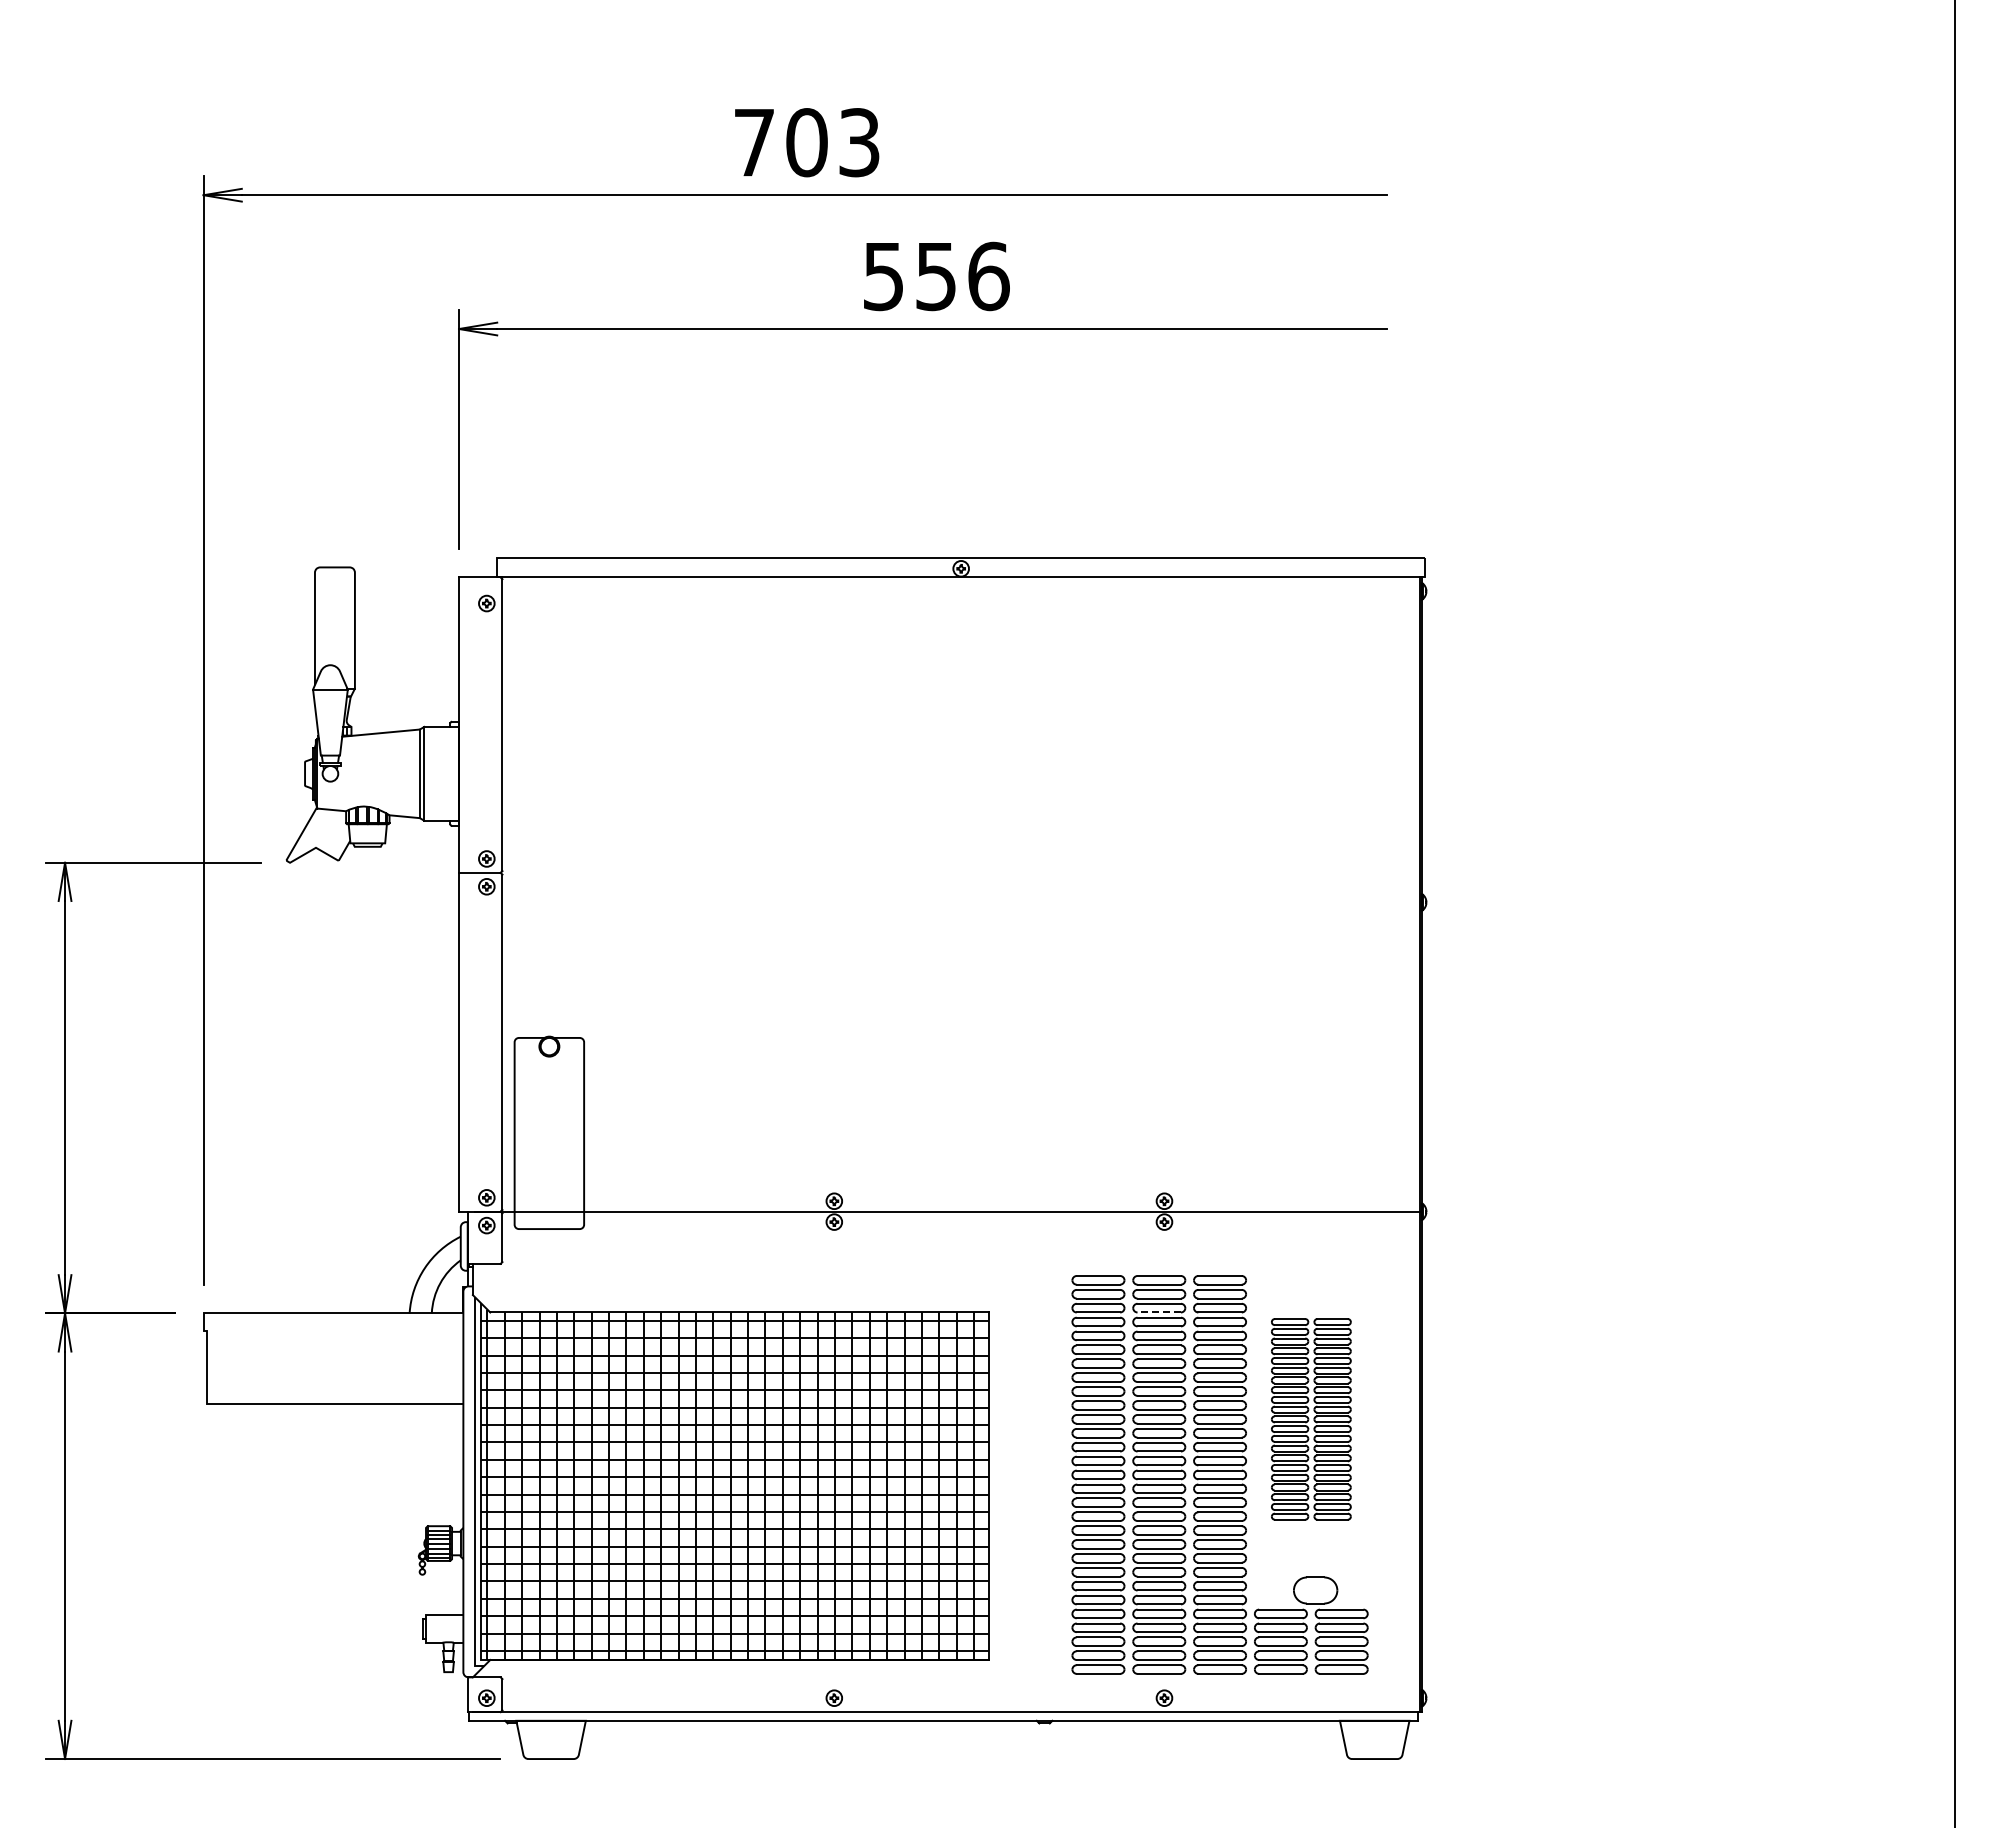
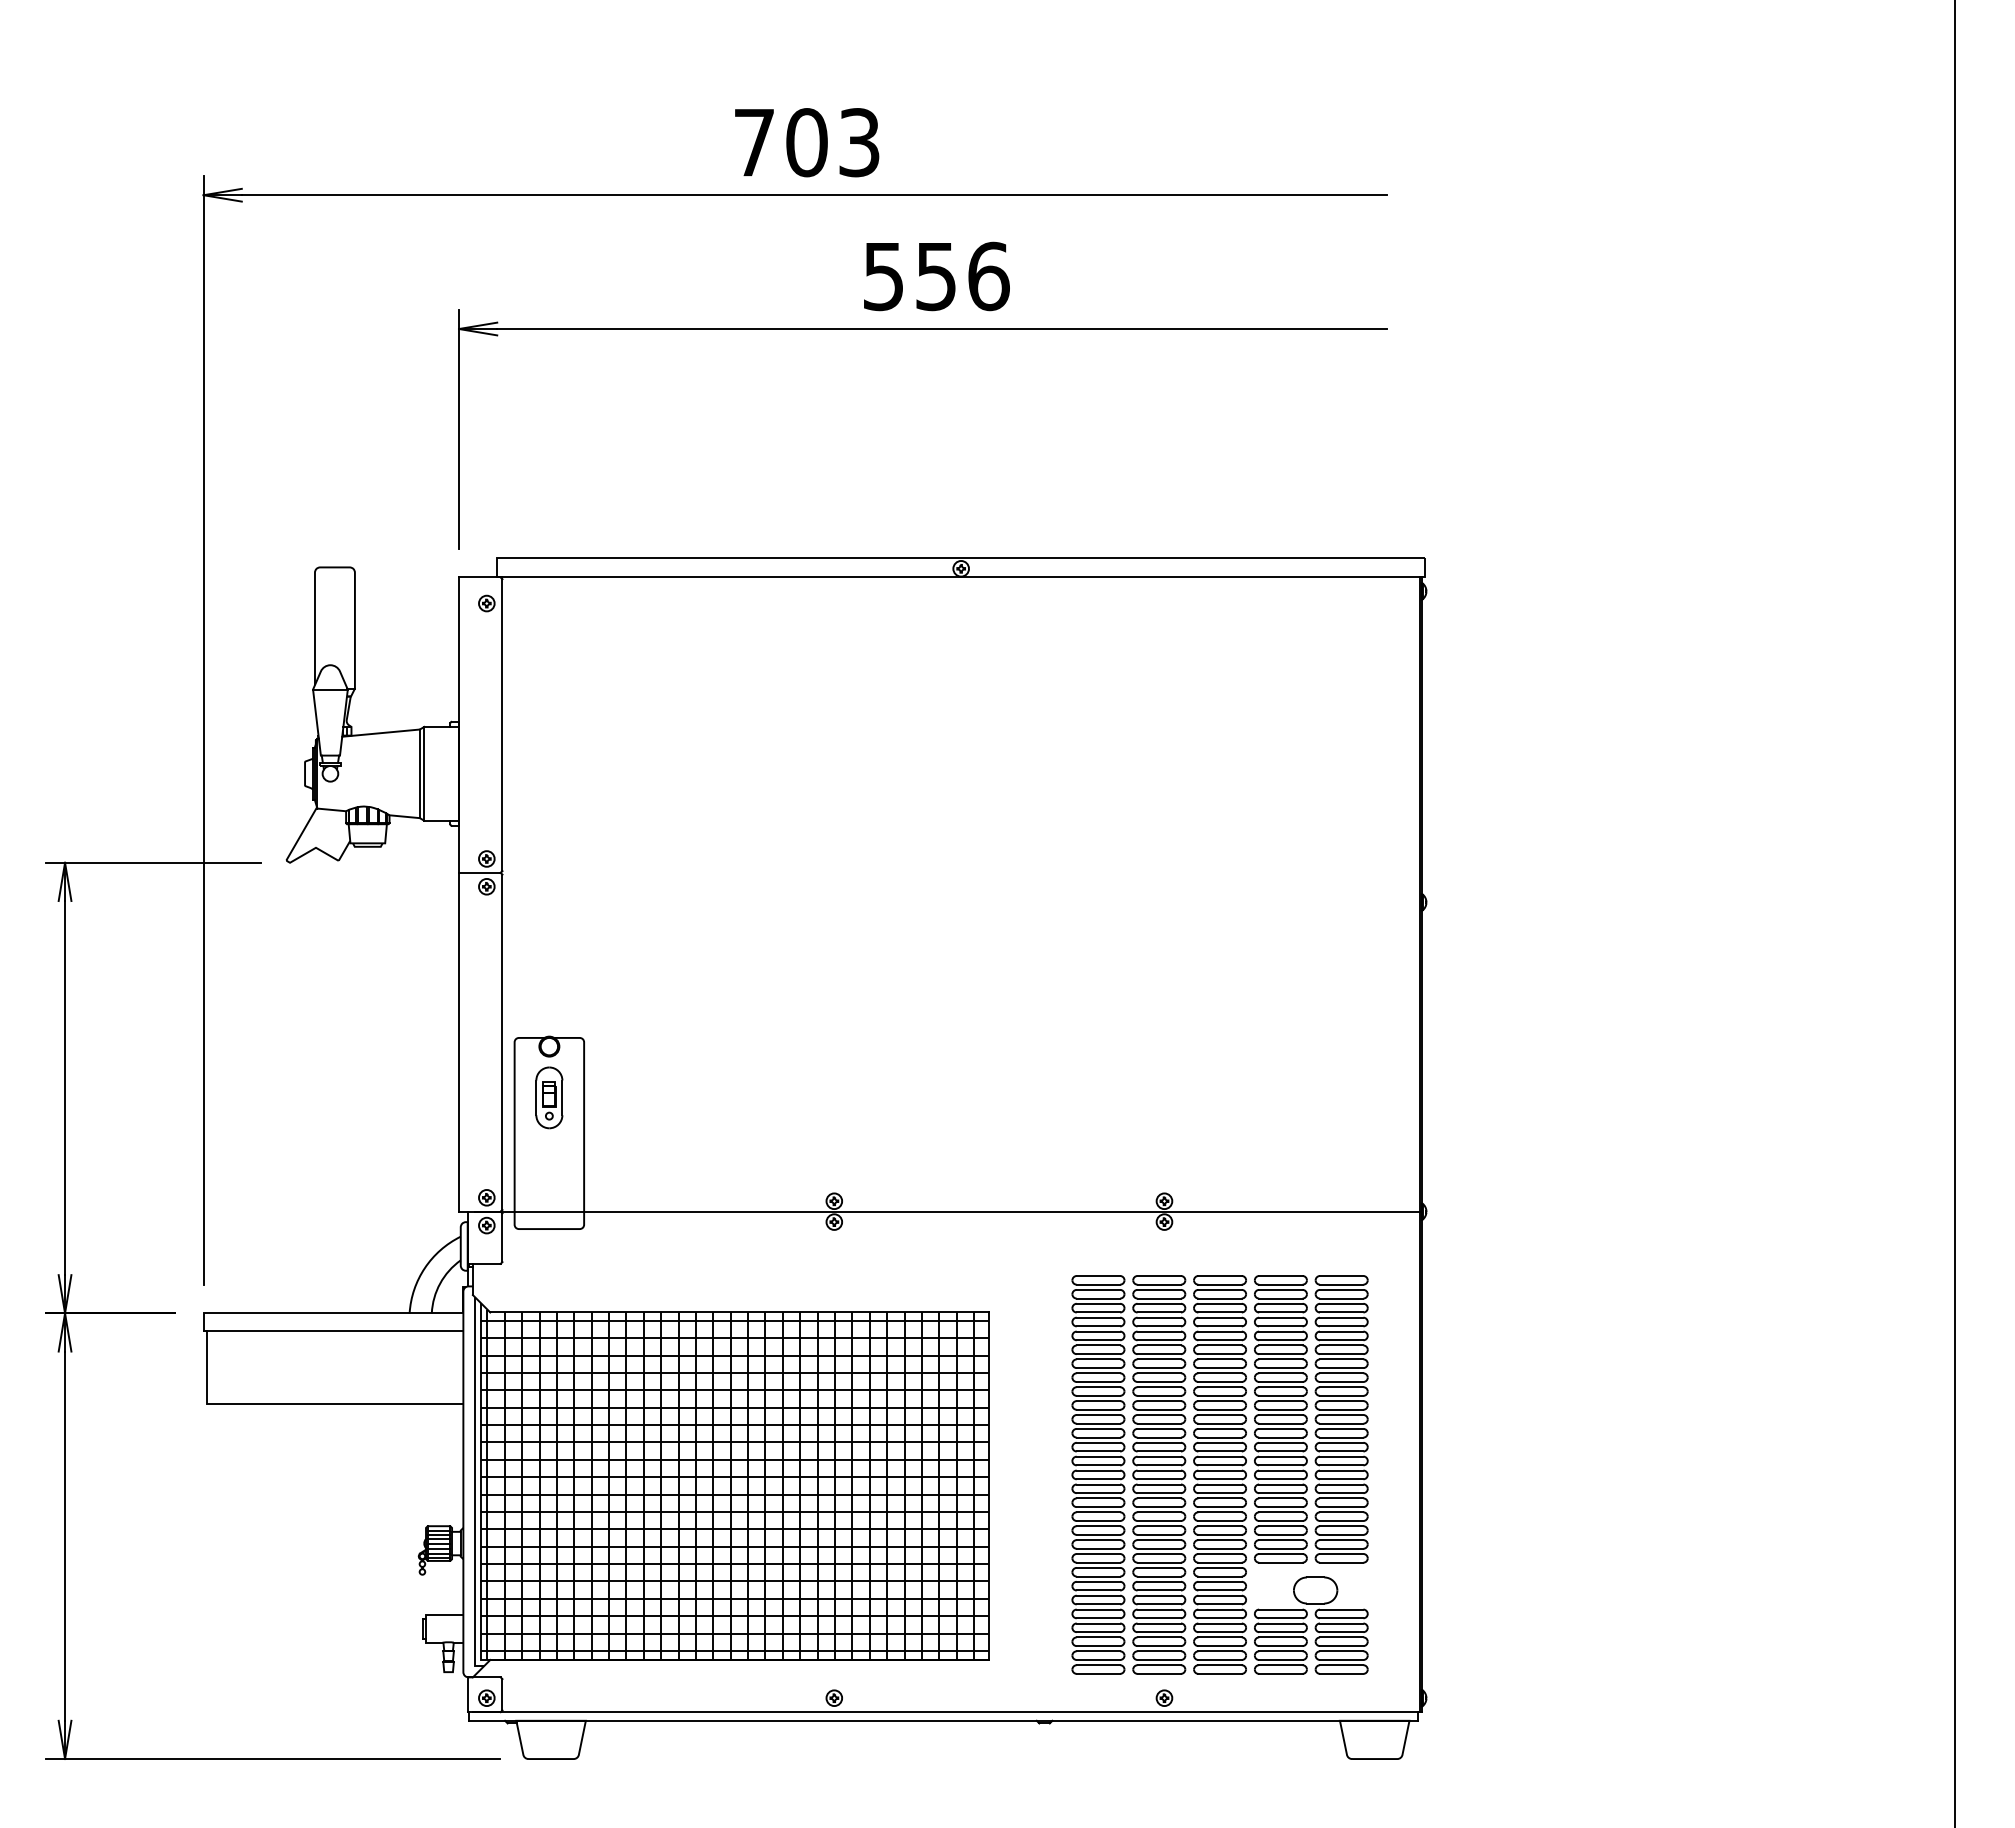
part at (549, 1097): none -> present
line at (1159, 1312): dashed -> solid
line at (333, 1330): none -> present
part at (1311, 1419) size: 81x203 px -> 115x289 px
